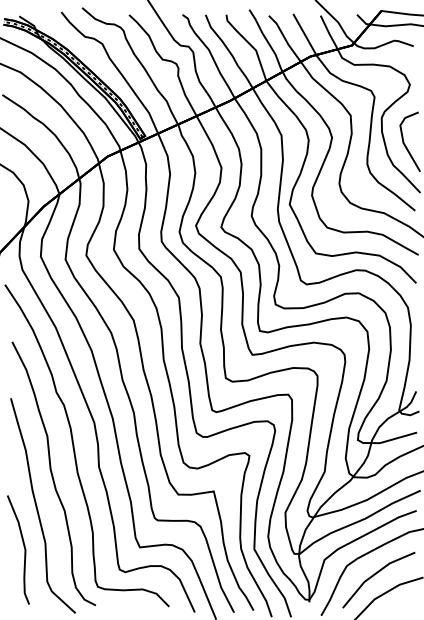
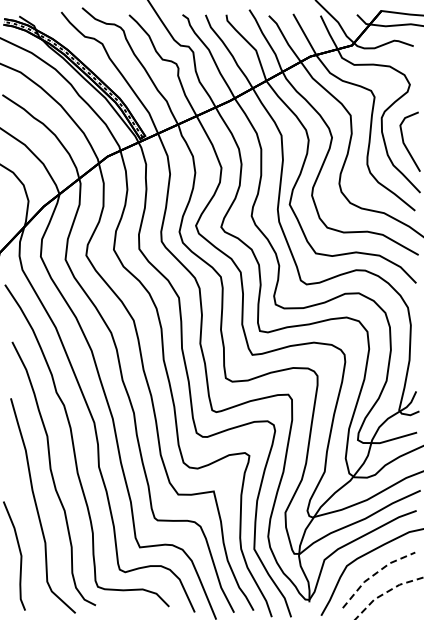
curve at (23, 547) position: (23, 547) -> (19, 553)
line at (374, 574): solid -> dashed
line at (385, 593): solid -> dashed
